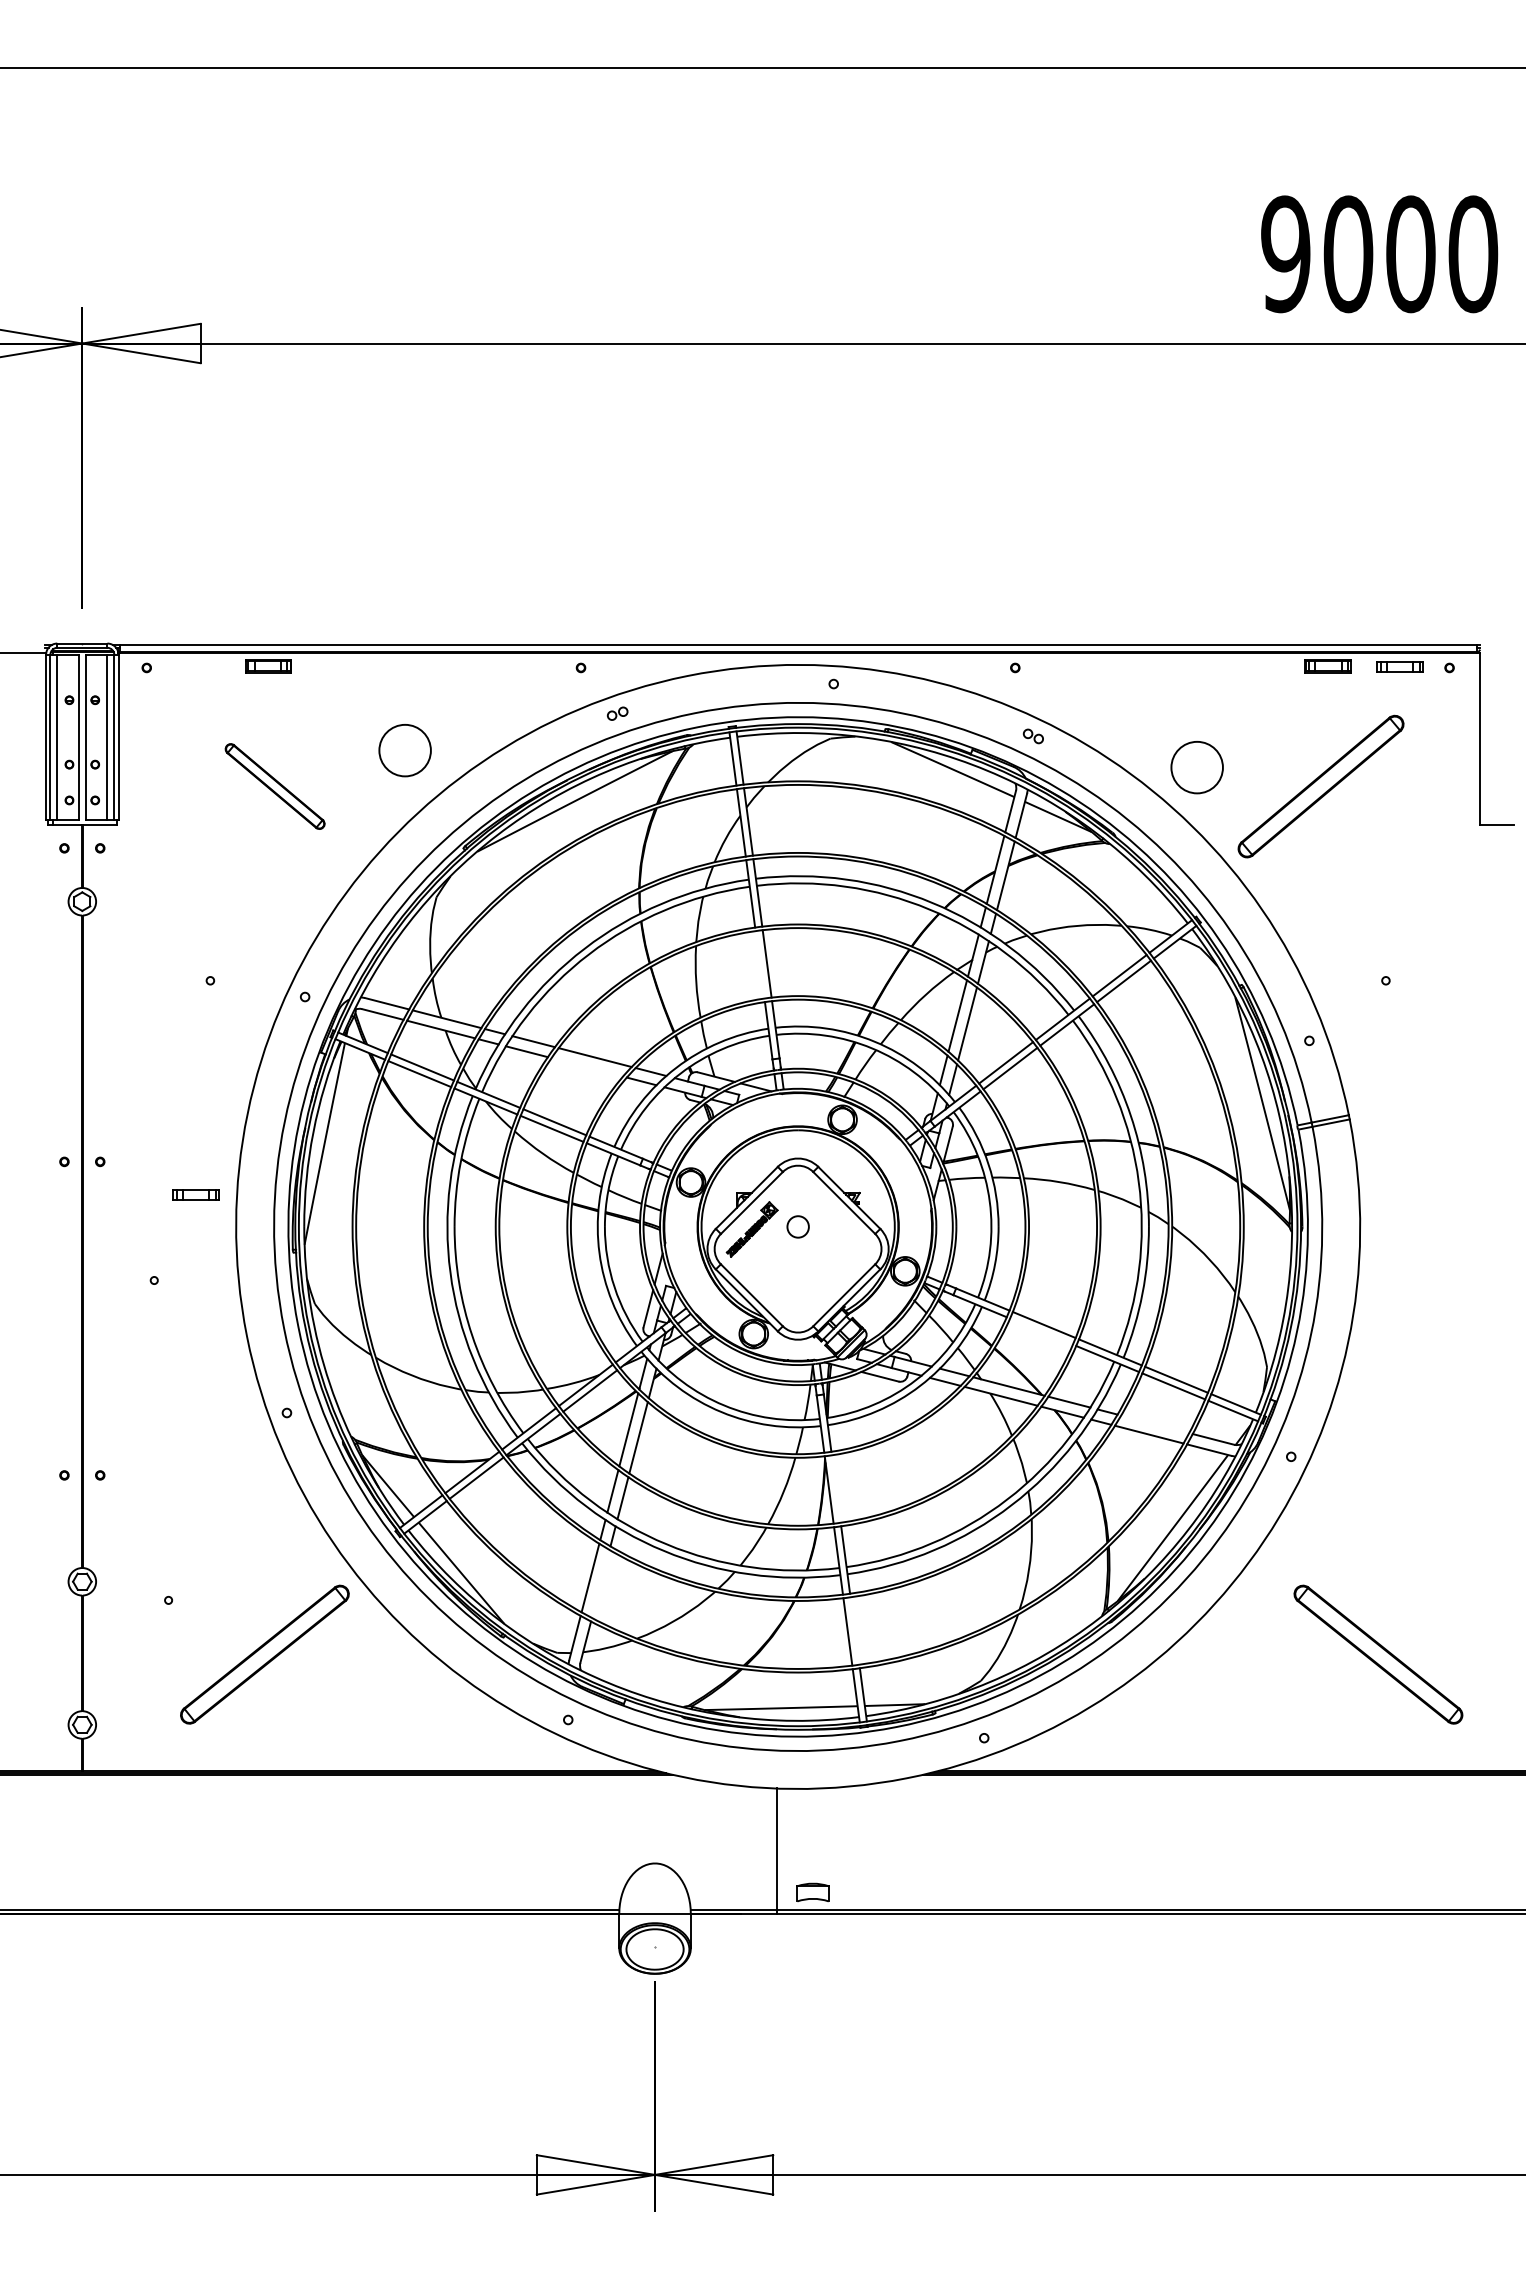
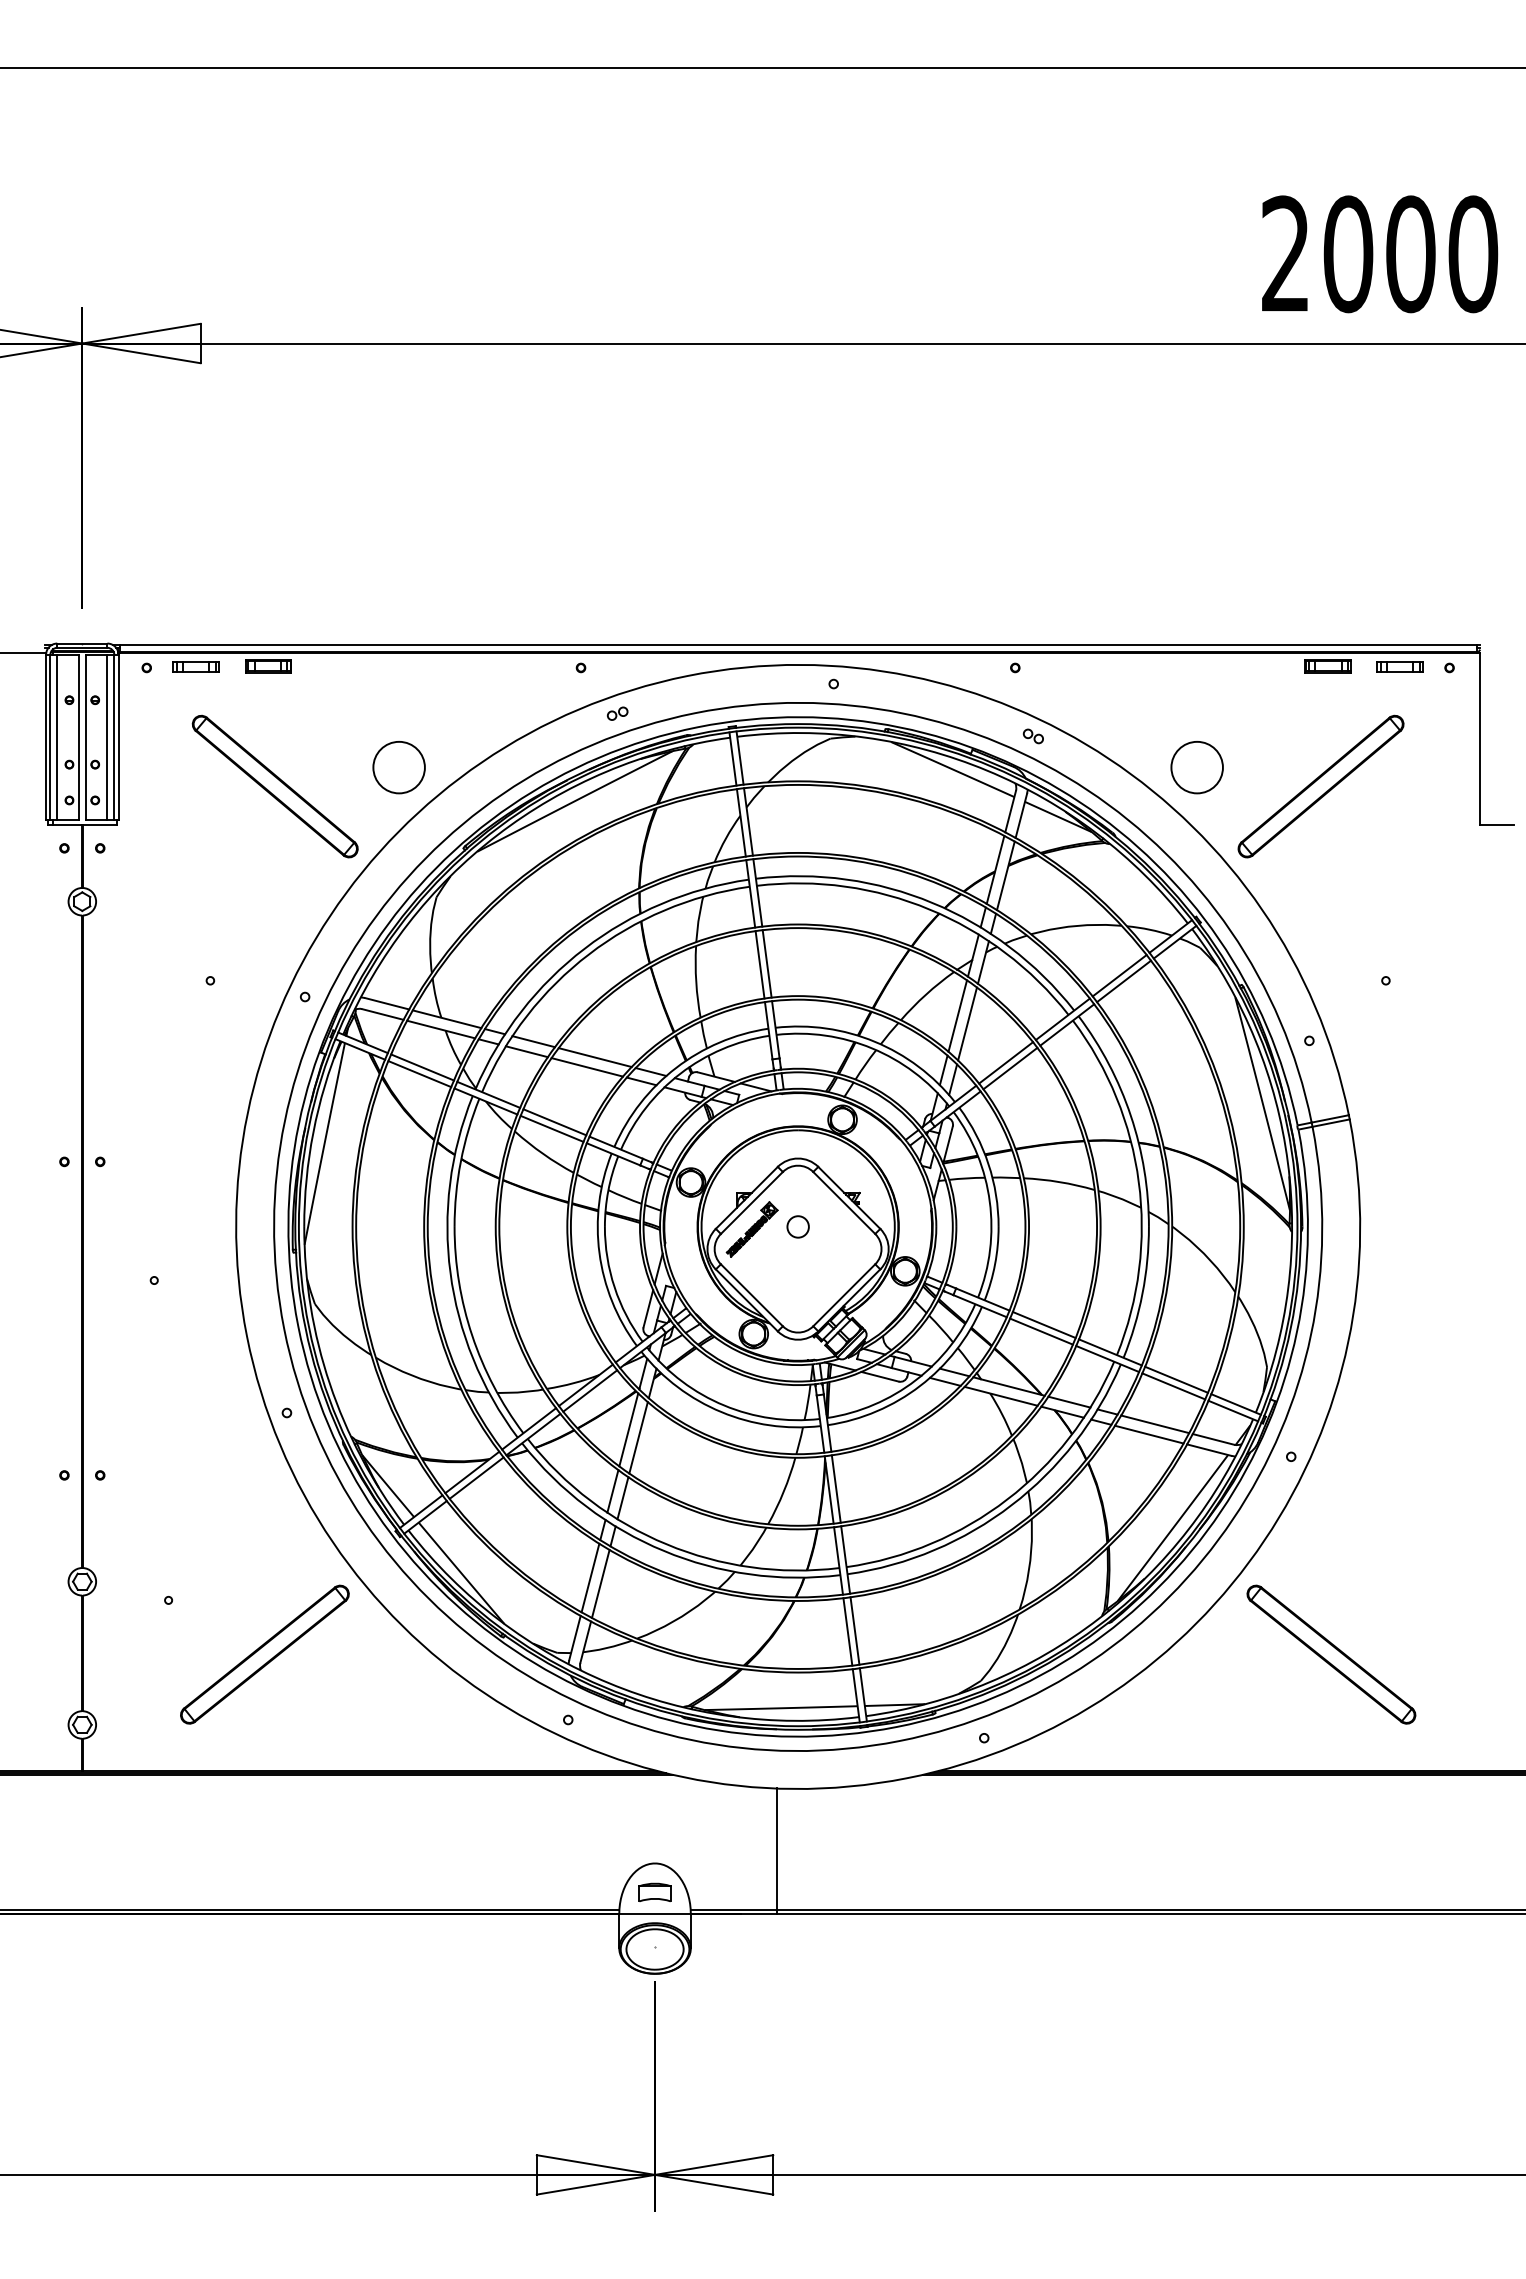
text at (1285, 254): 9000 -> 2000
circle at (404, 750) position: (404, 750) -> (398, 767)
part at (274, 786) size: 102x87 px -> 168x145 px
line at (759, 964): none -> present
line at (587, 1067): none -> present
part at (195, 1194) position: (195, 1194) -> (195, 666)
line at (1041, 1331): none -> present
line at (1155, 1424): none -> present
line at (835, 1488): none -> present
line at (600, 1583): none -> present
line at (854, 1630): none -> present
part at (1378, 1654) position: (1378, 1654) -> (1331, 1654)
part at (812, 1892) position: (812, 1892) -> (654, 1892)
